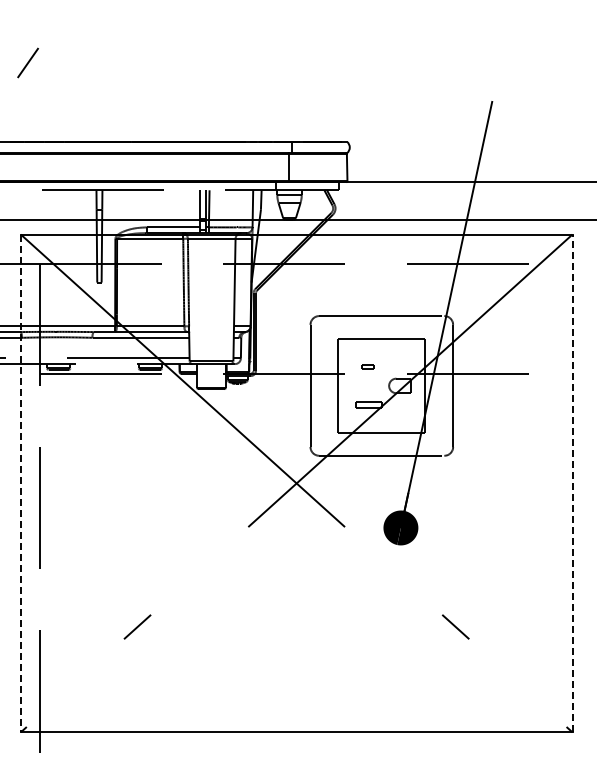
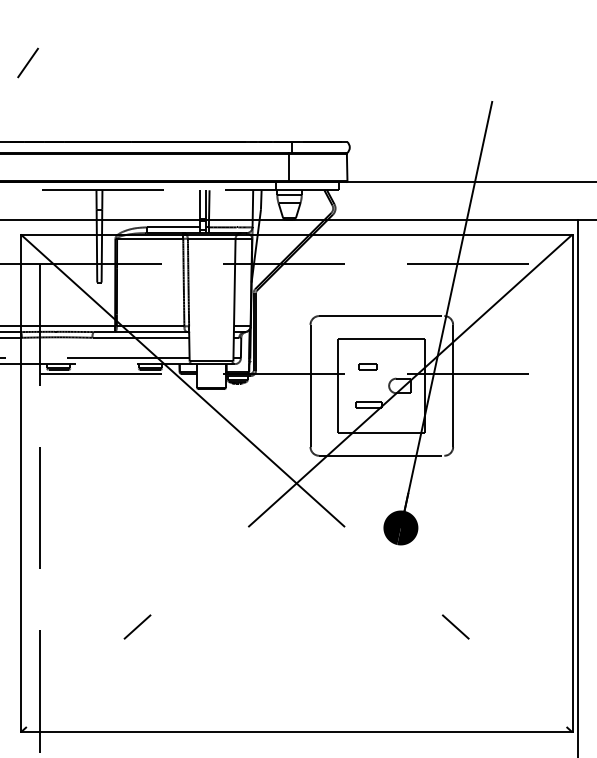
part at (367, 366) size: 14x6 px -> 20x8 px
line at (20, 483): dashed -> solid
line at (572, 483): dashed -> solid
line at (578, 487): none -> present
